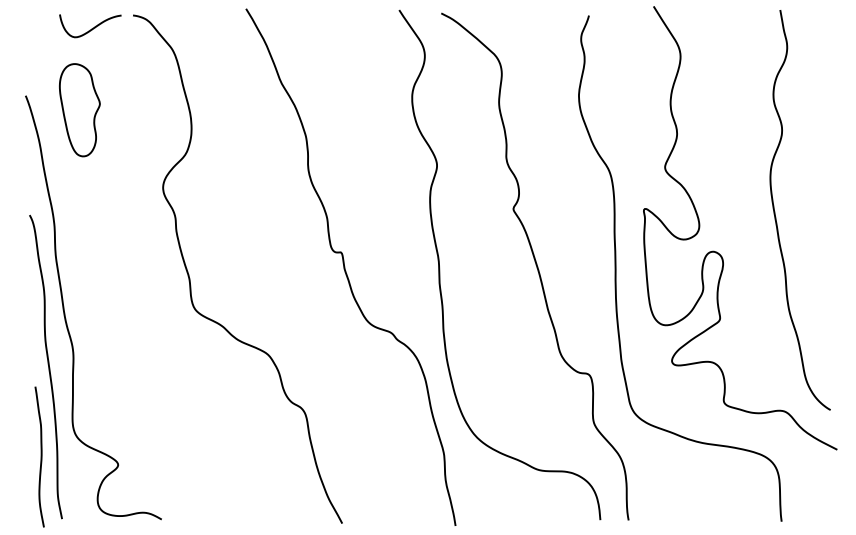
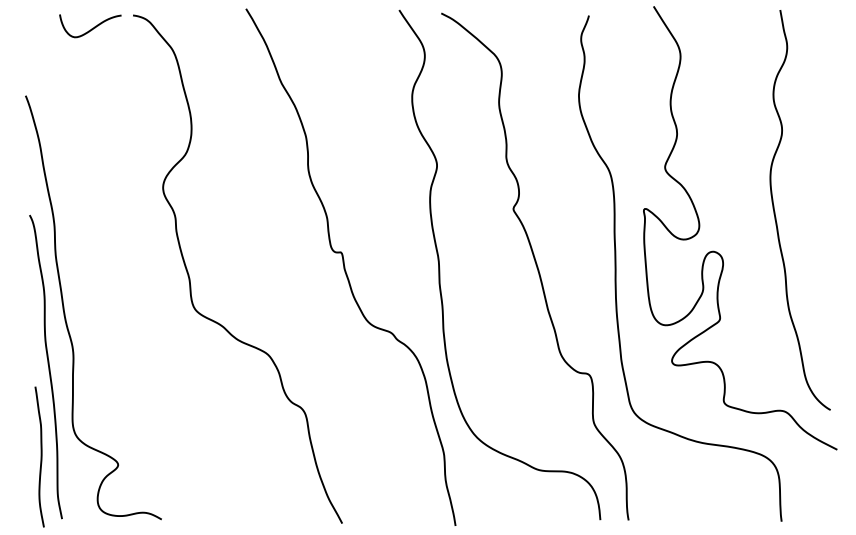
part at (79, 110): present -> none
